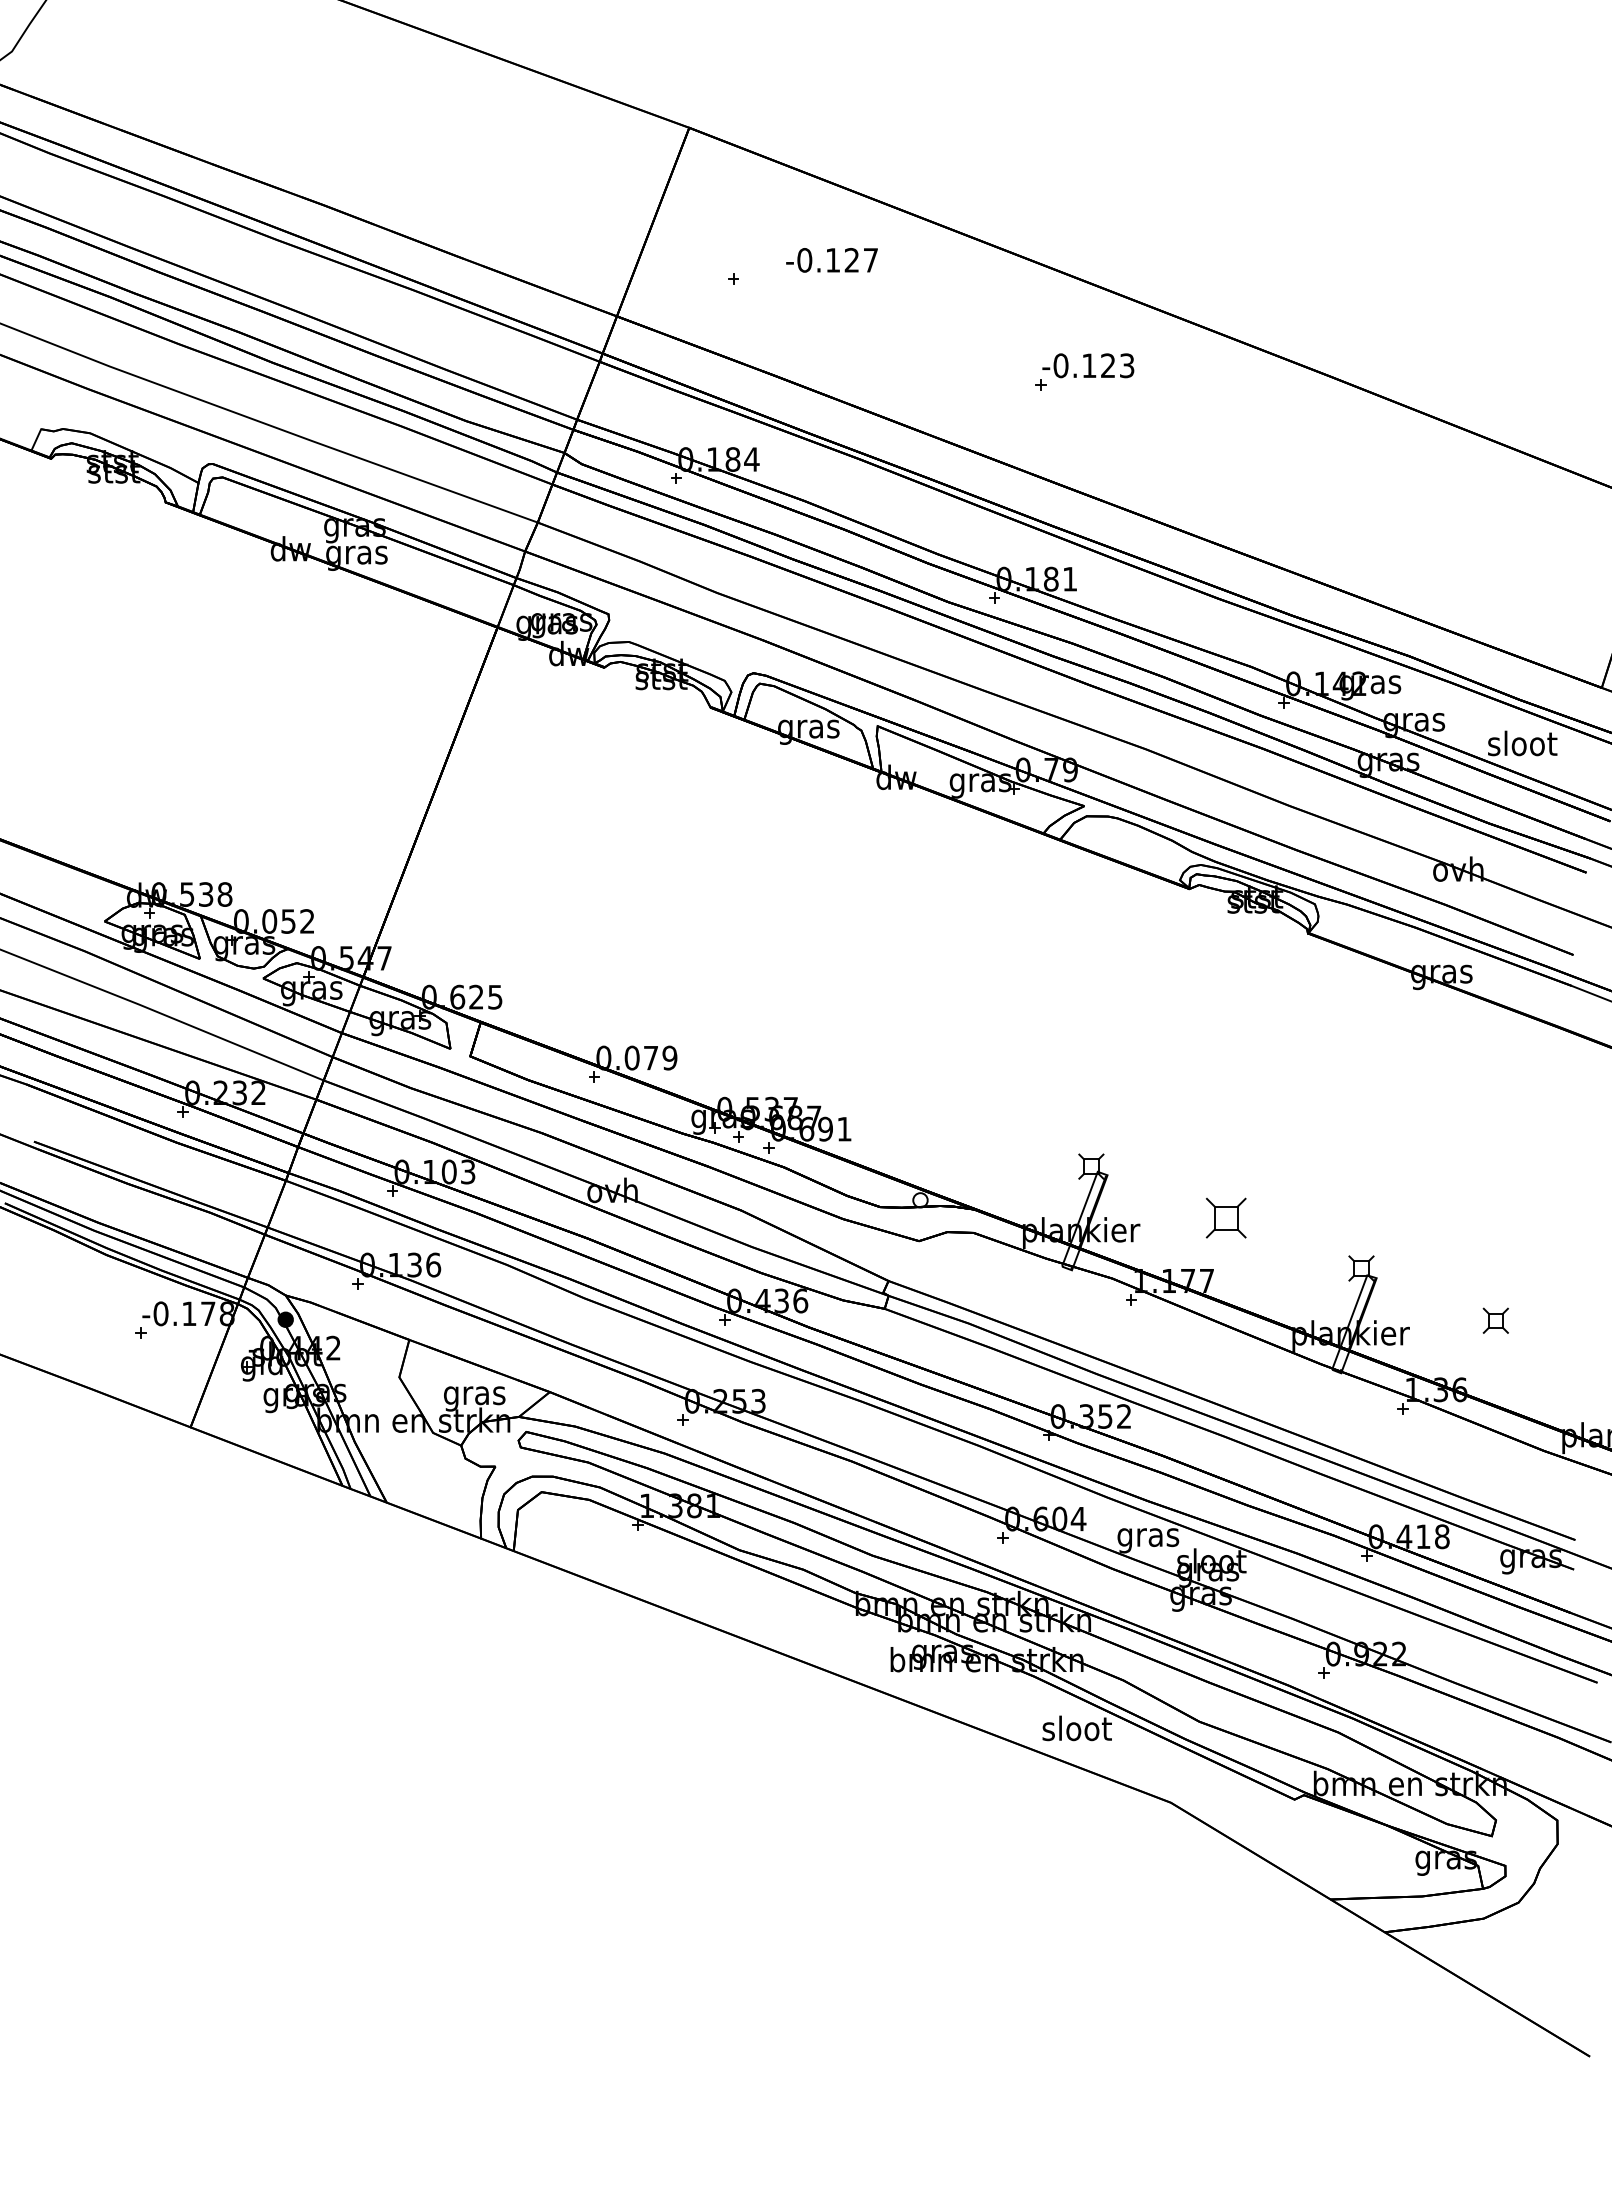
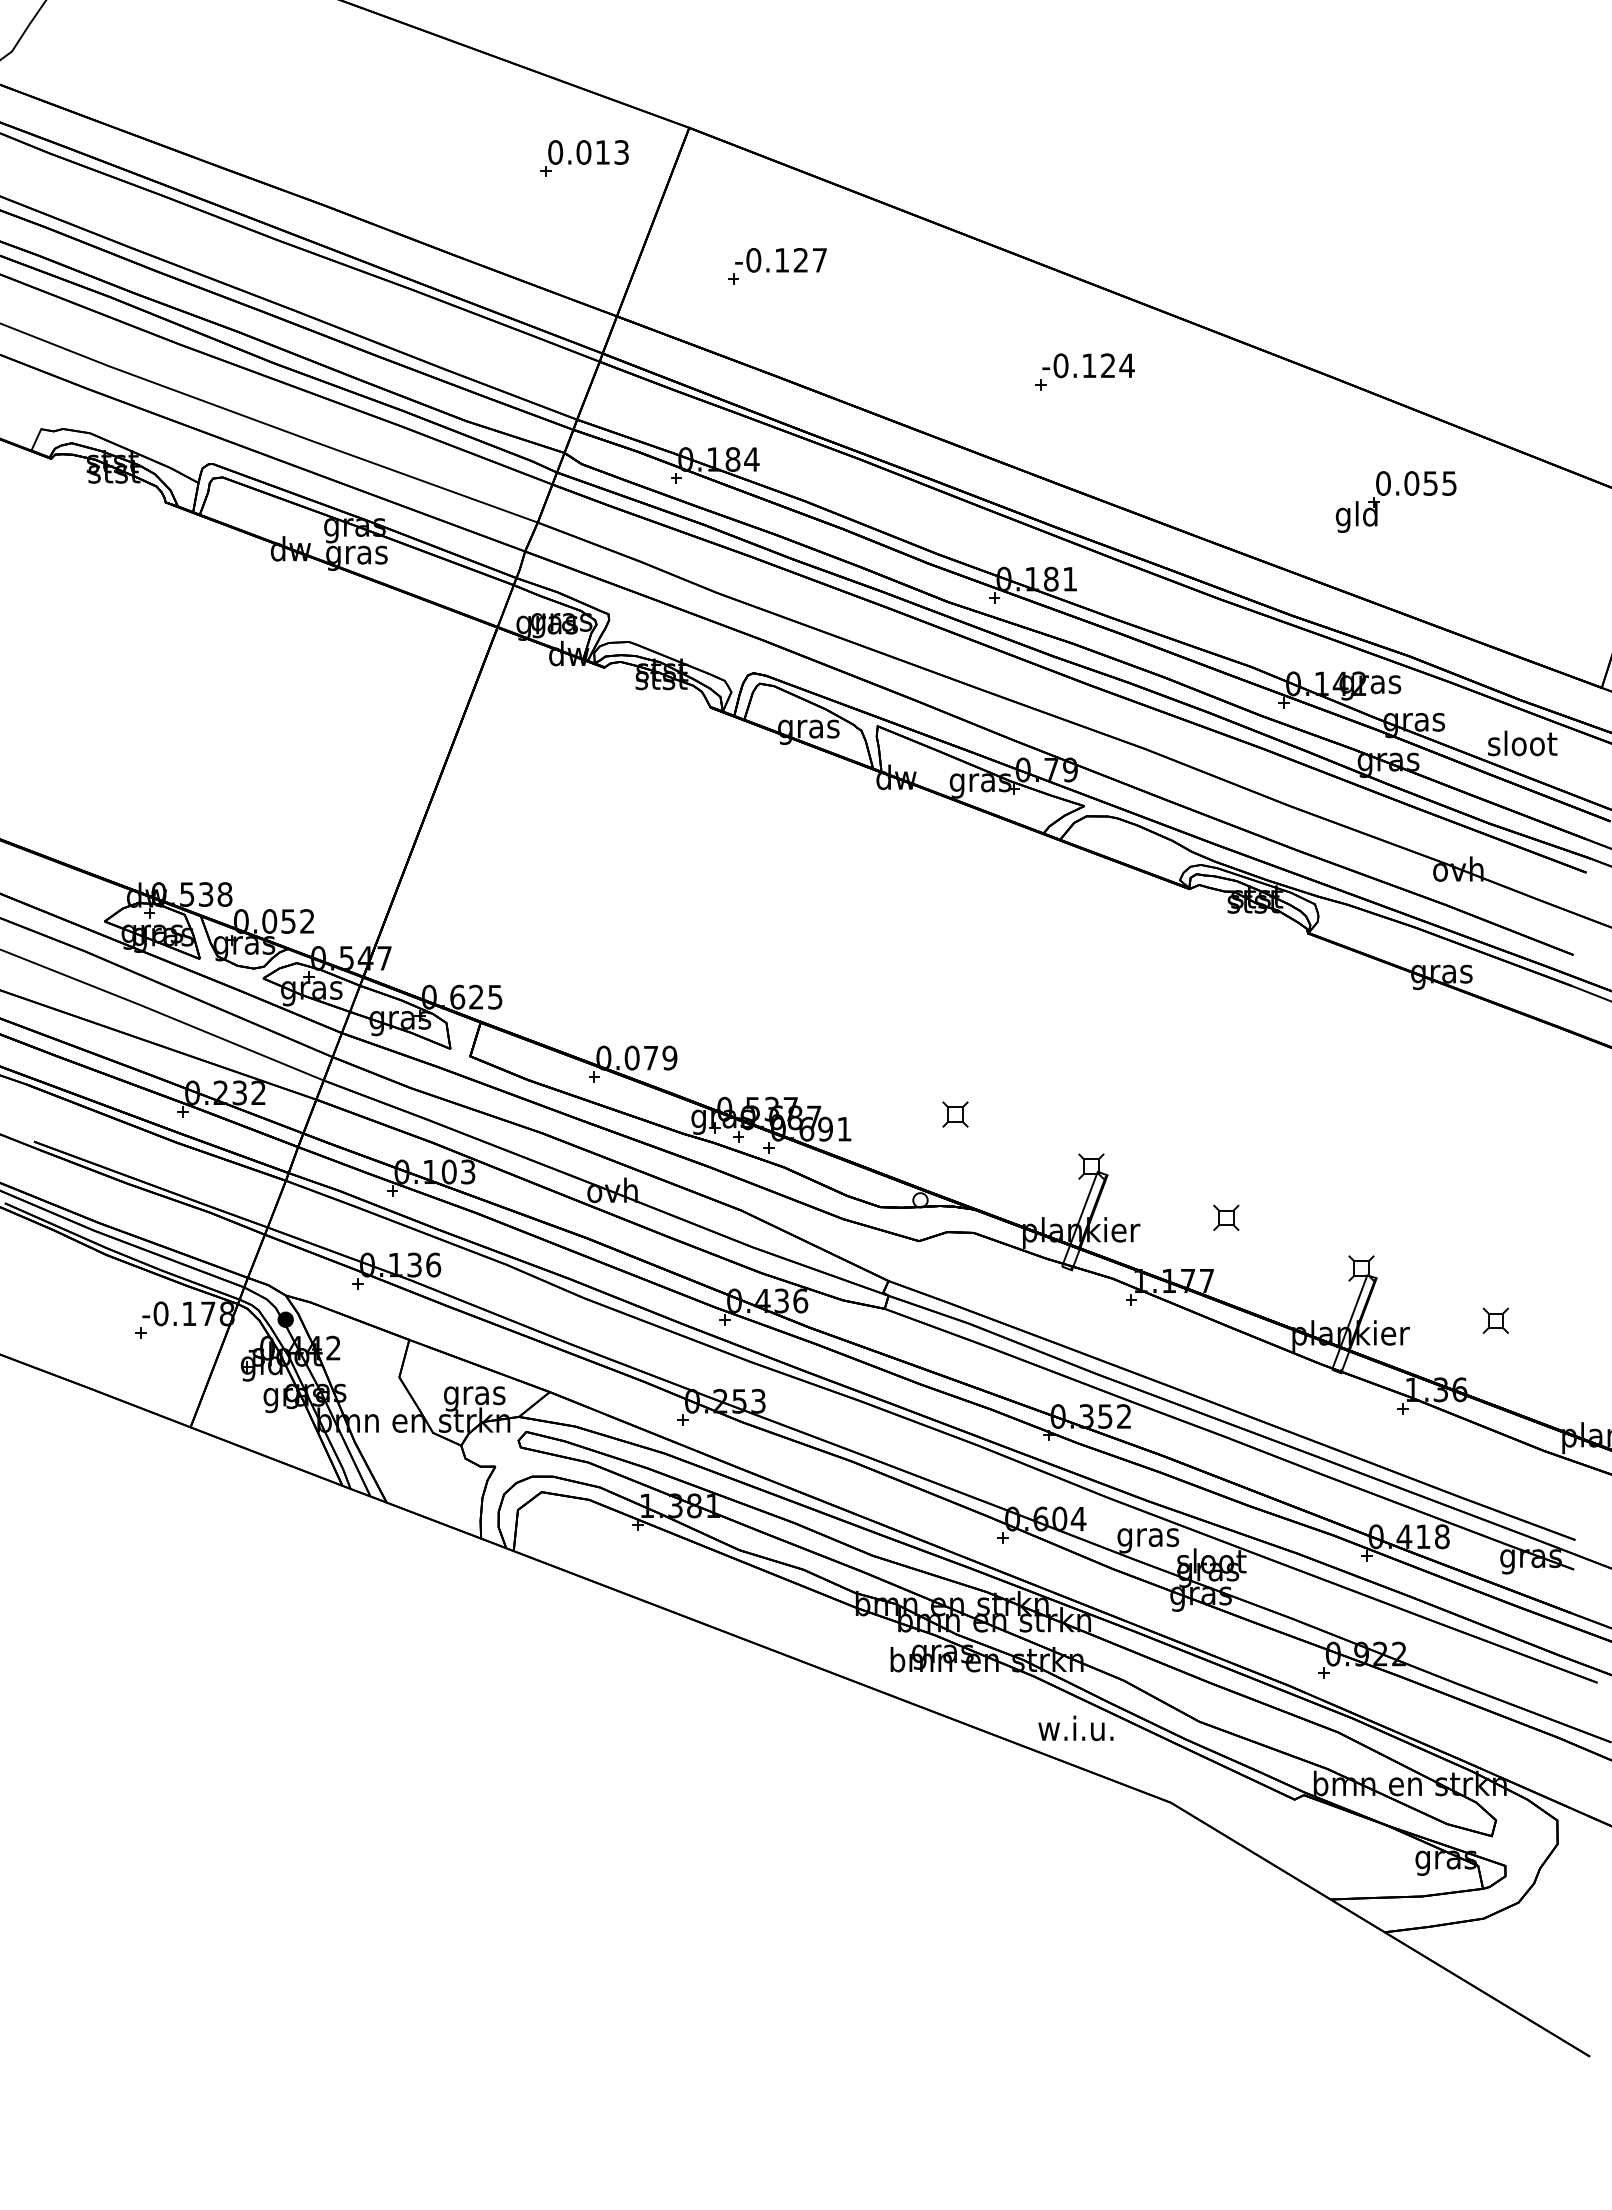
part at (584, 158): none -> present
text at (831, 260) position: (831, 260) -> (780, 260)
text at (1126, 365): -0.123 -> -0.124
part at (1396, 495): none -> present
part at (955, 1114): none -> present
part at (1225, 1217) size: 42x42 px -> 27x27 px
text at (1075, 1728): sloot -> w.i.u.
